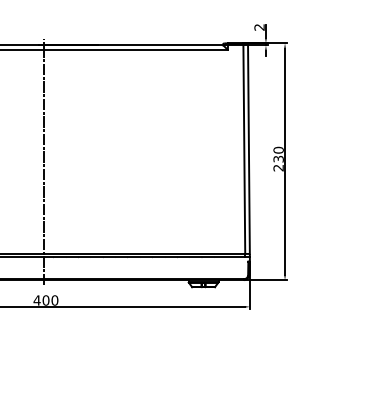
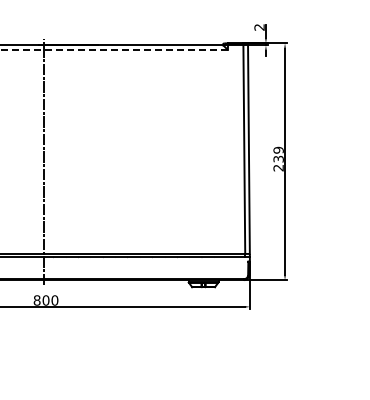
line at (114, 50): solid -> dashed
text at (278, 150): 230 -> 239
text at (36, 300): 400 -> 800
